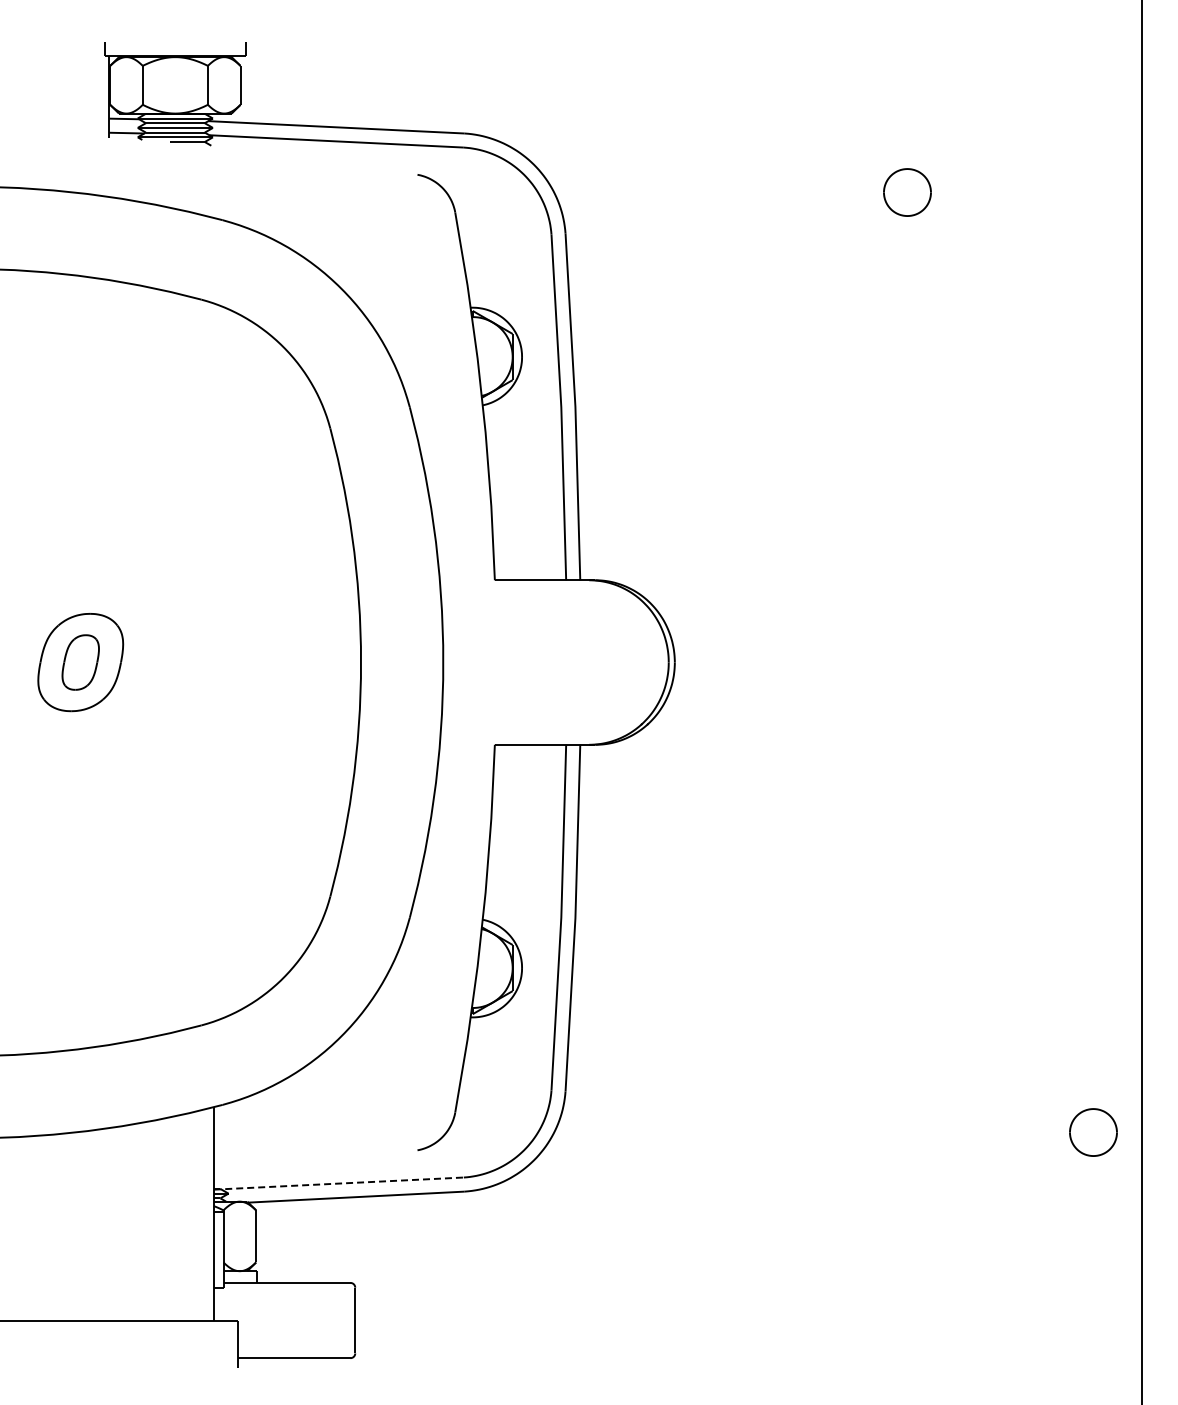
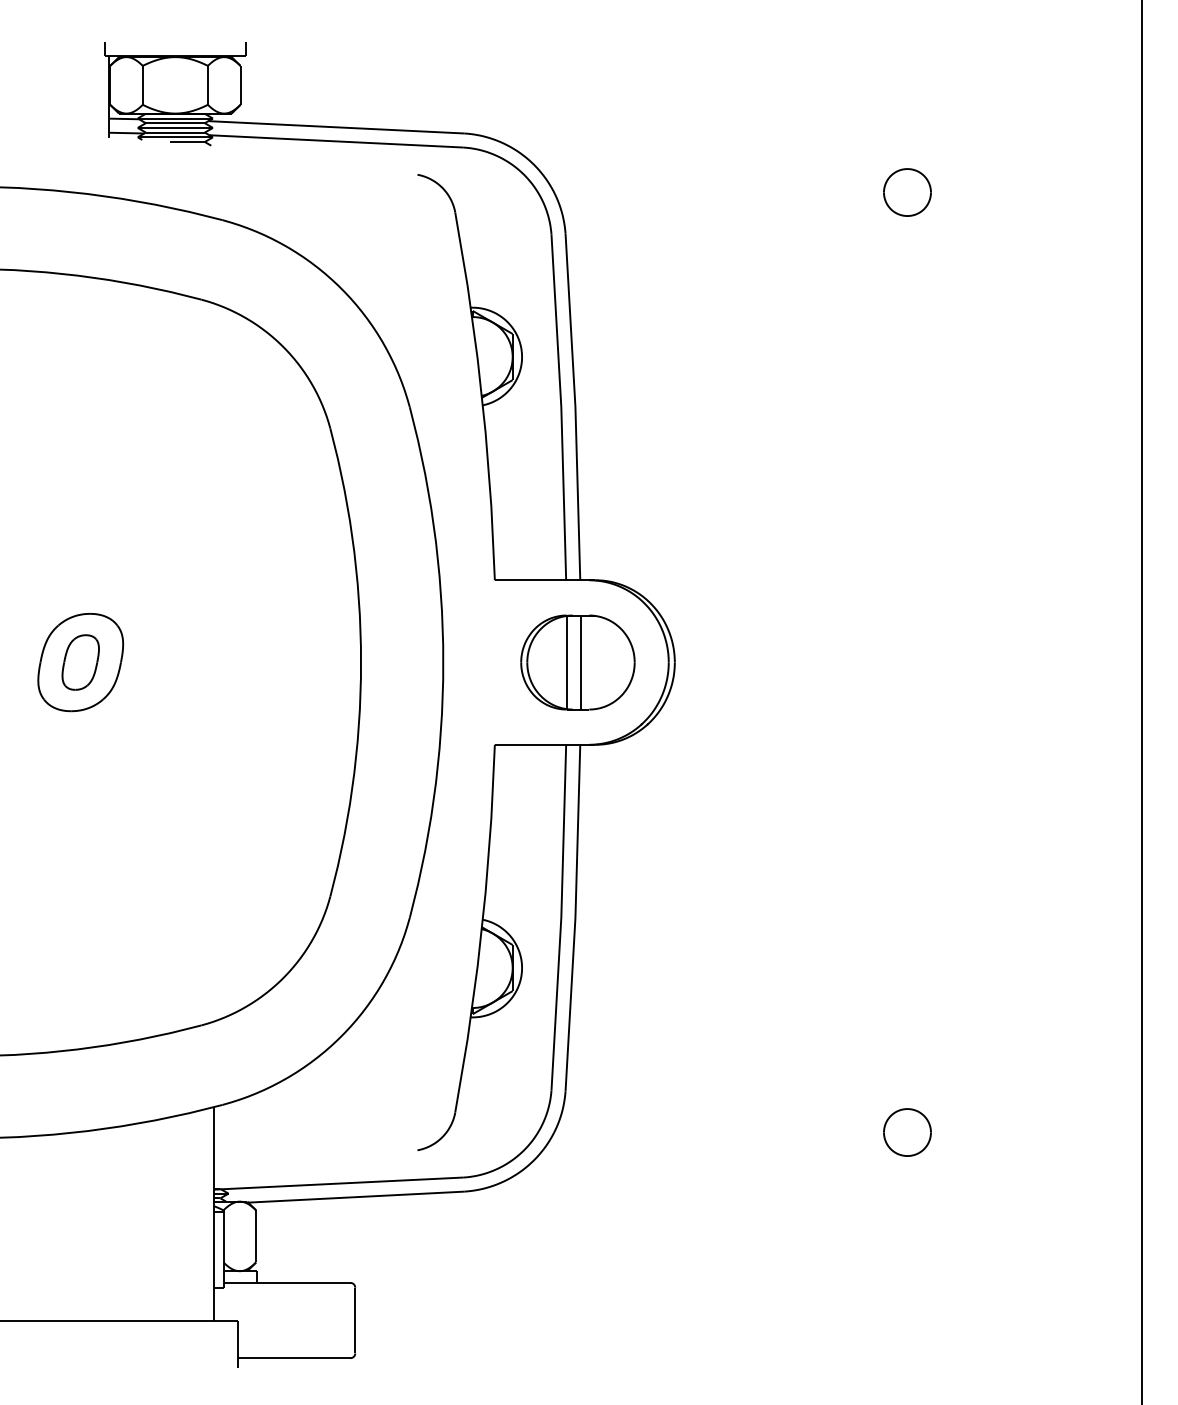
part at (577, 662): none -> present
part at (1093, 1132) position: (1093, 1132) -> (907, 1132)
line at (339, 1183): dashed -> solid
